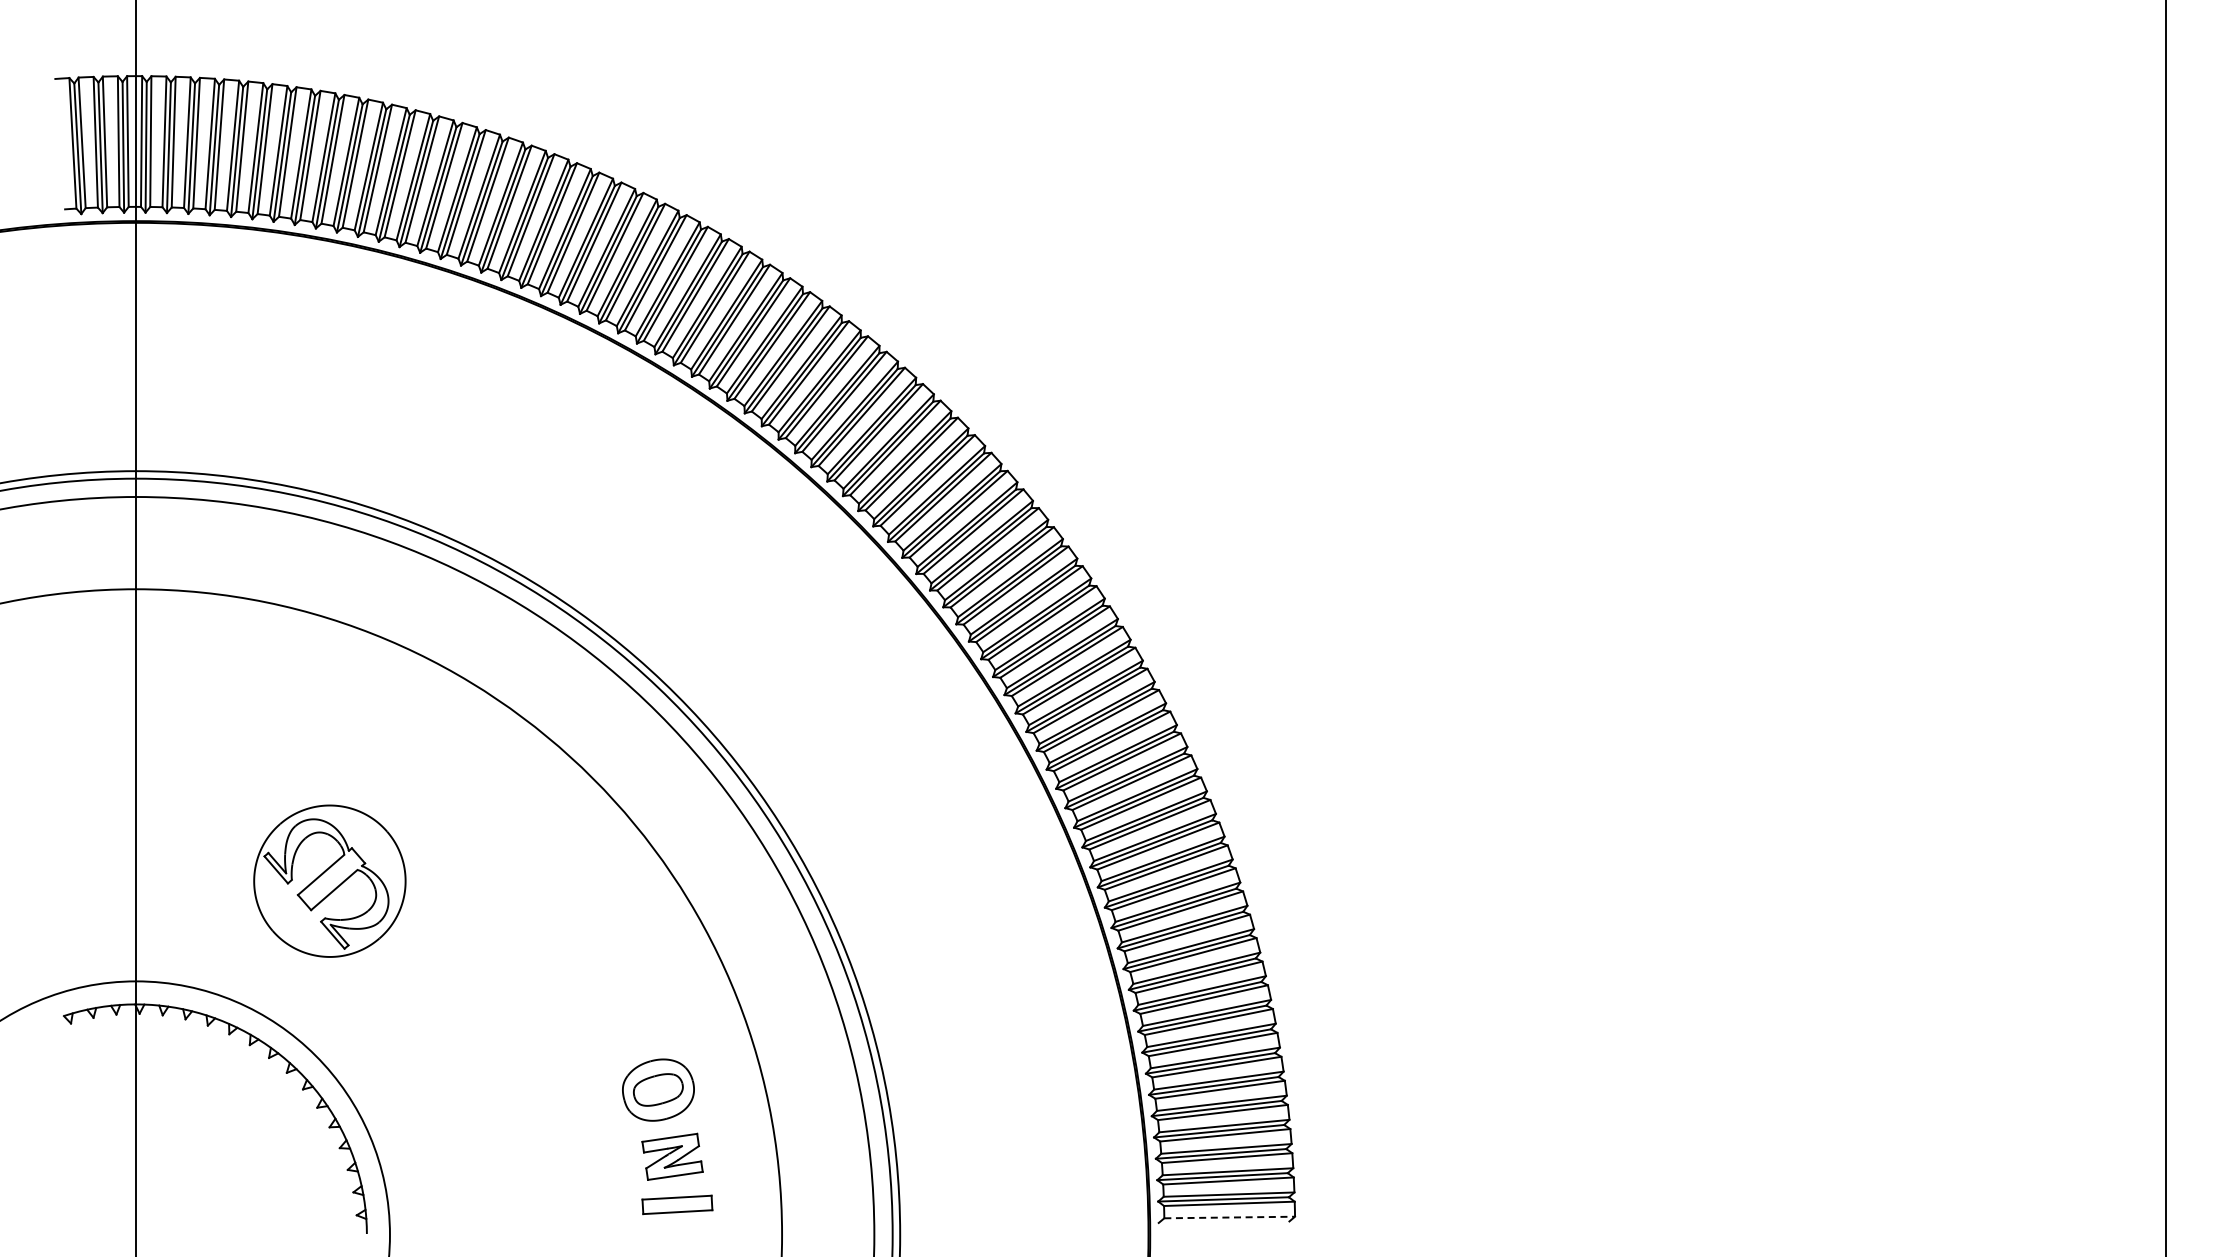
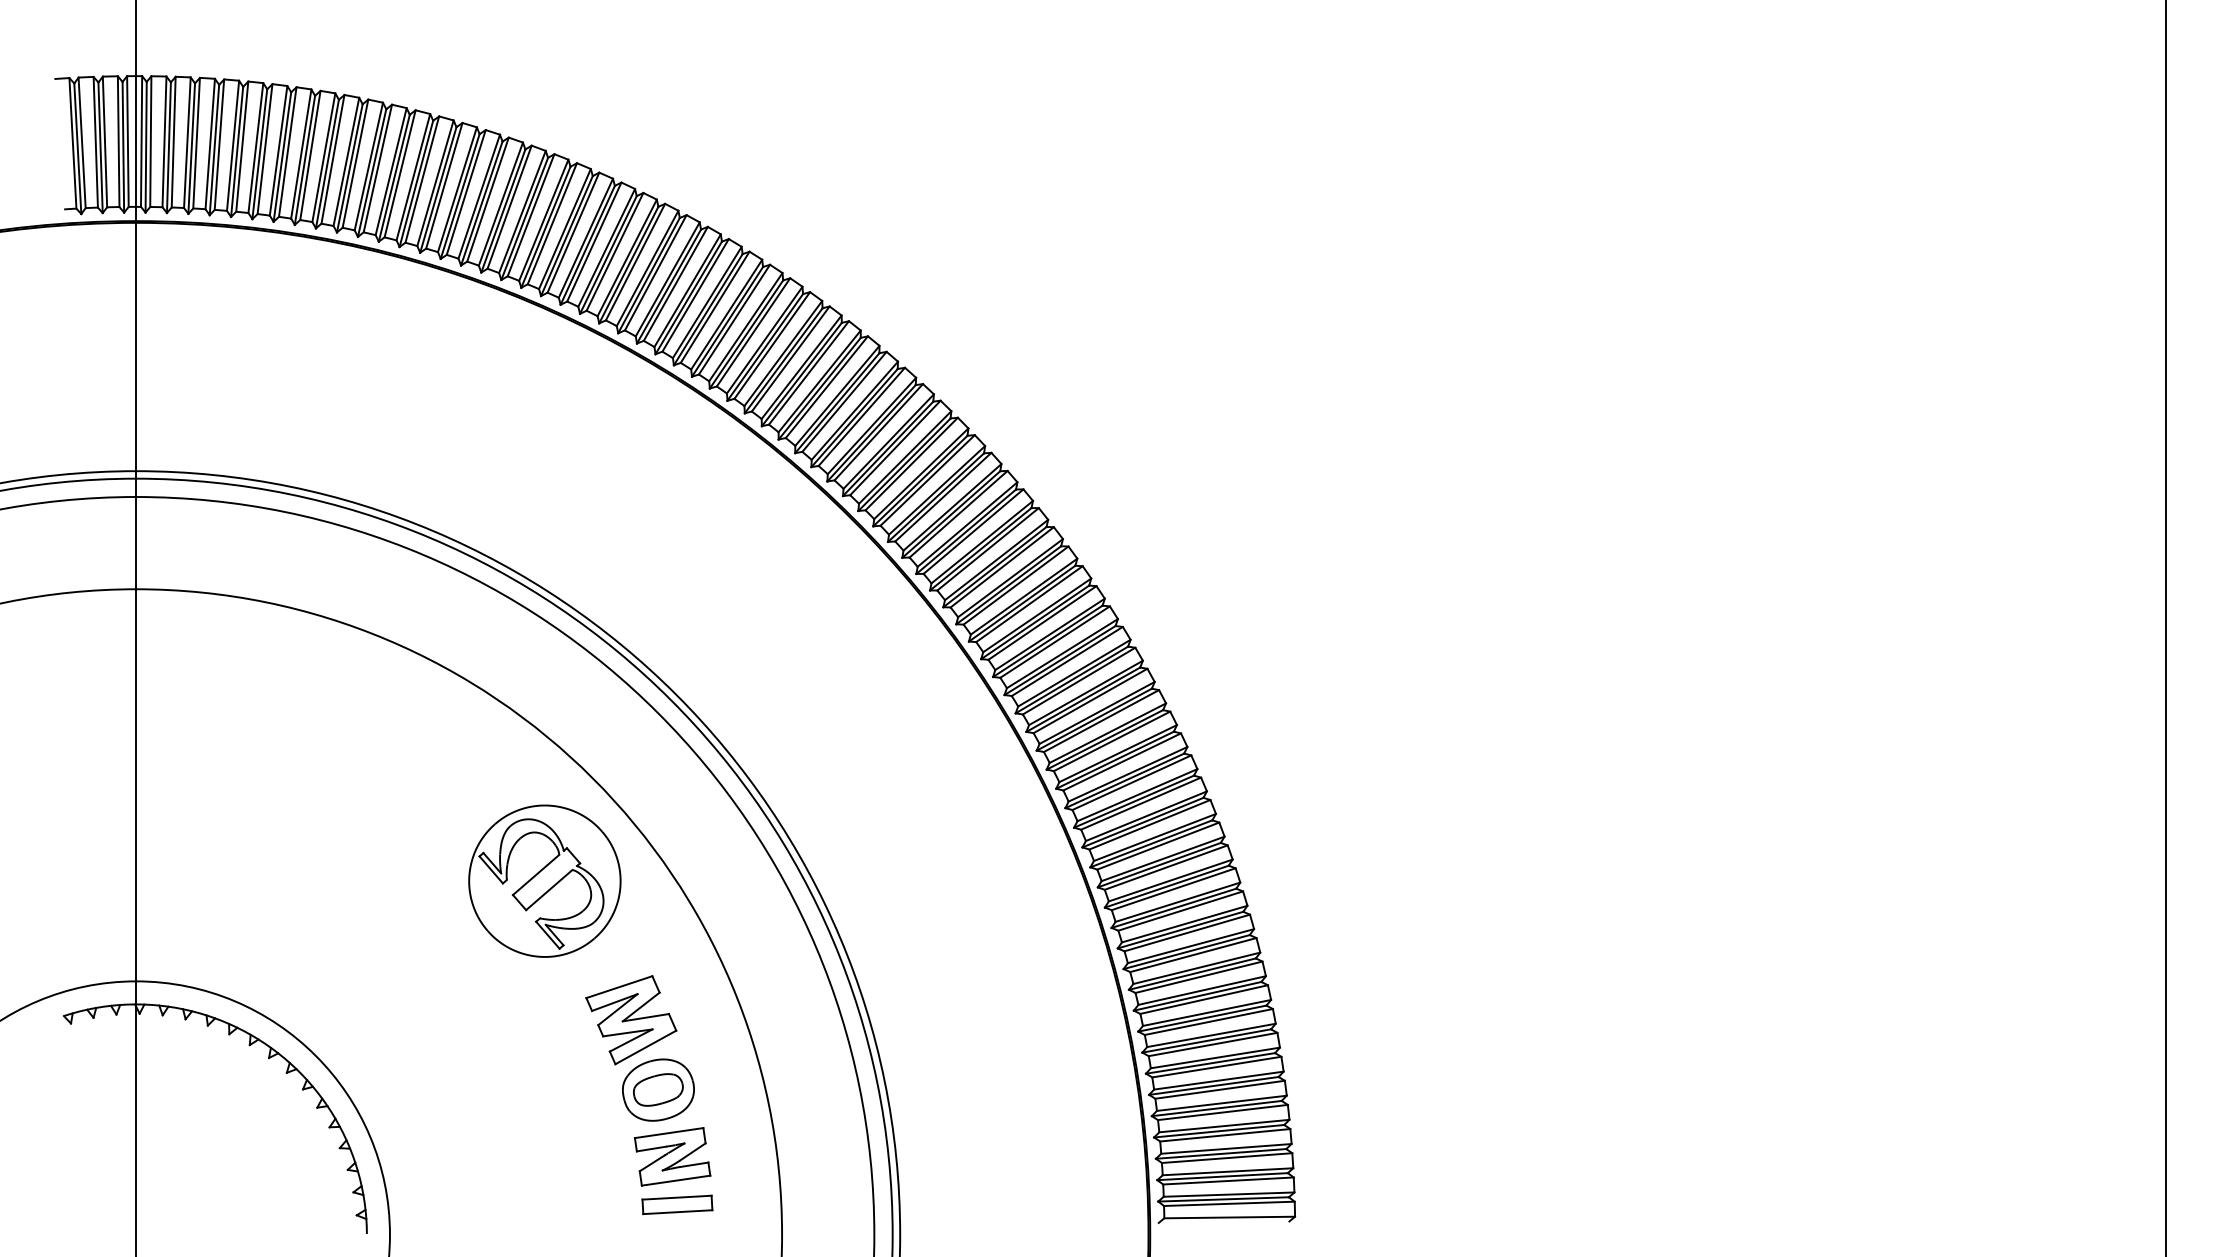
part at (329, 880) position: (329, 880) -> (544, 880)
part at (631, 1020): none -> present
part at (672, 1156) size: 63x49 px -> 79x60 px
line at (1230, 1217): dashed -> solid
